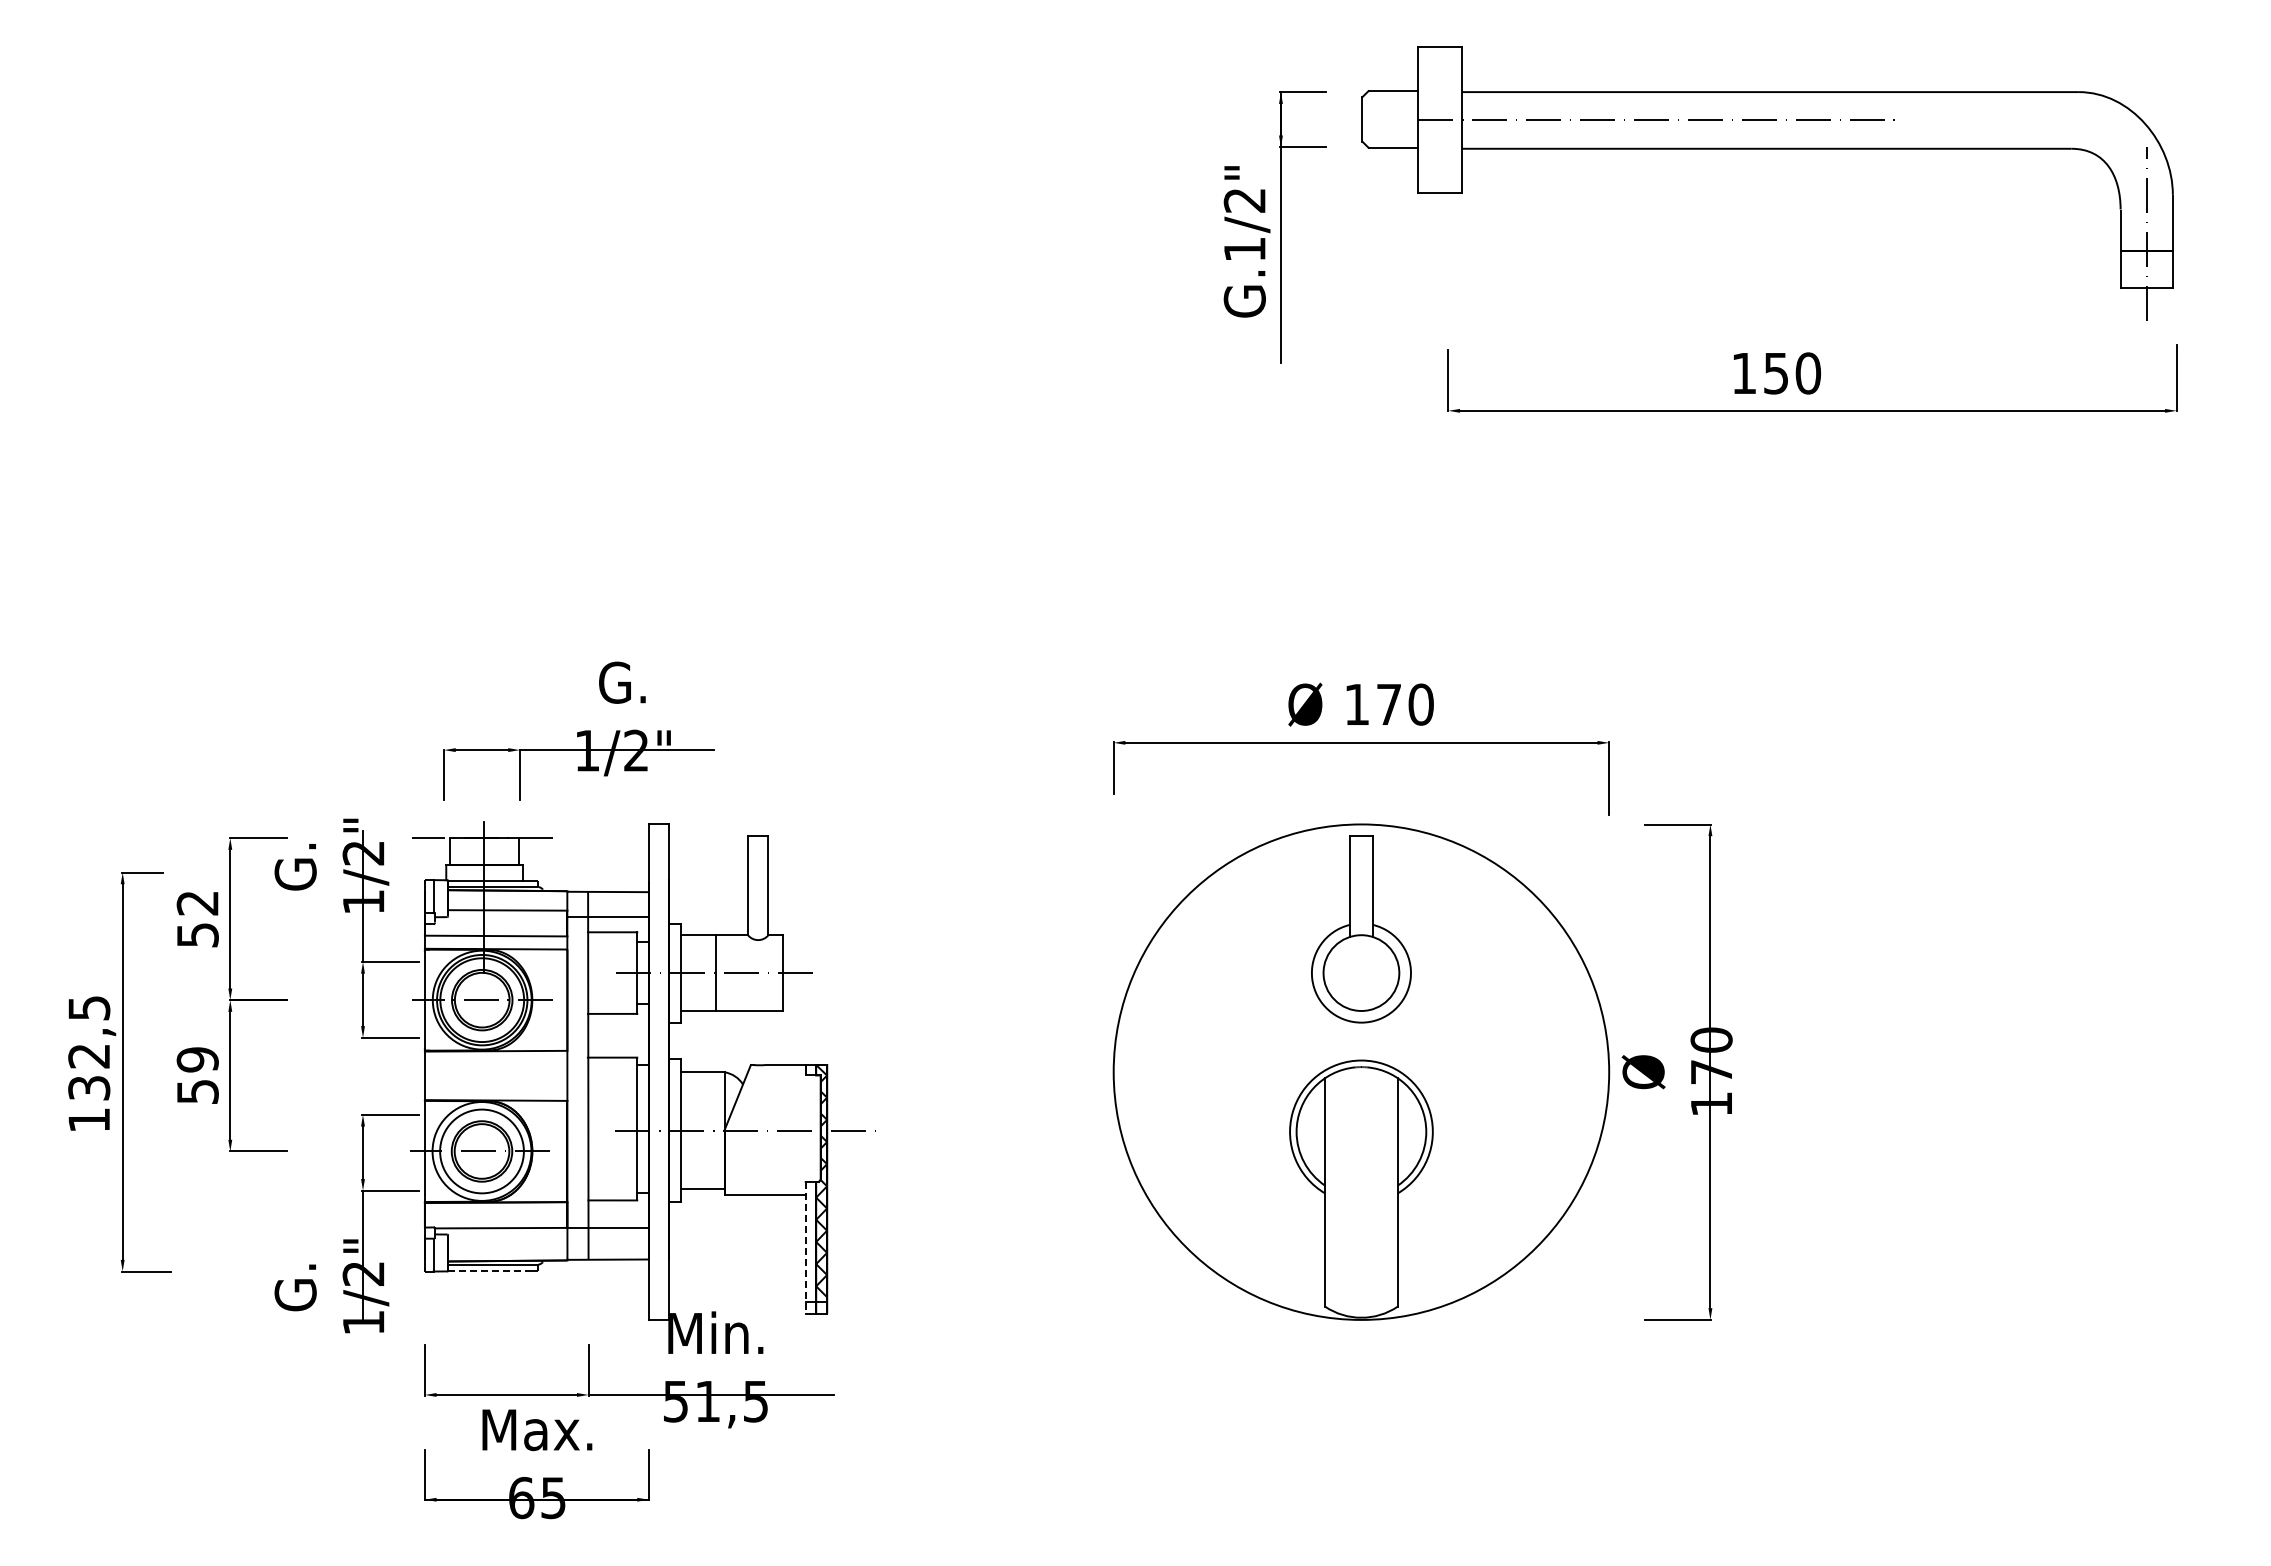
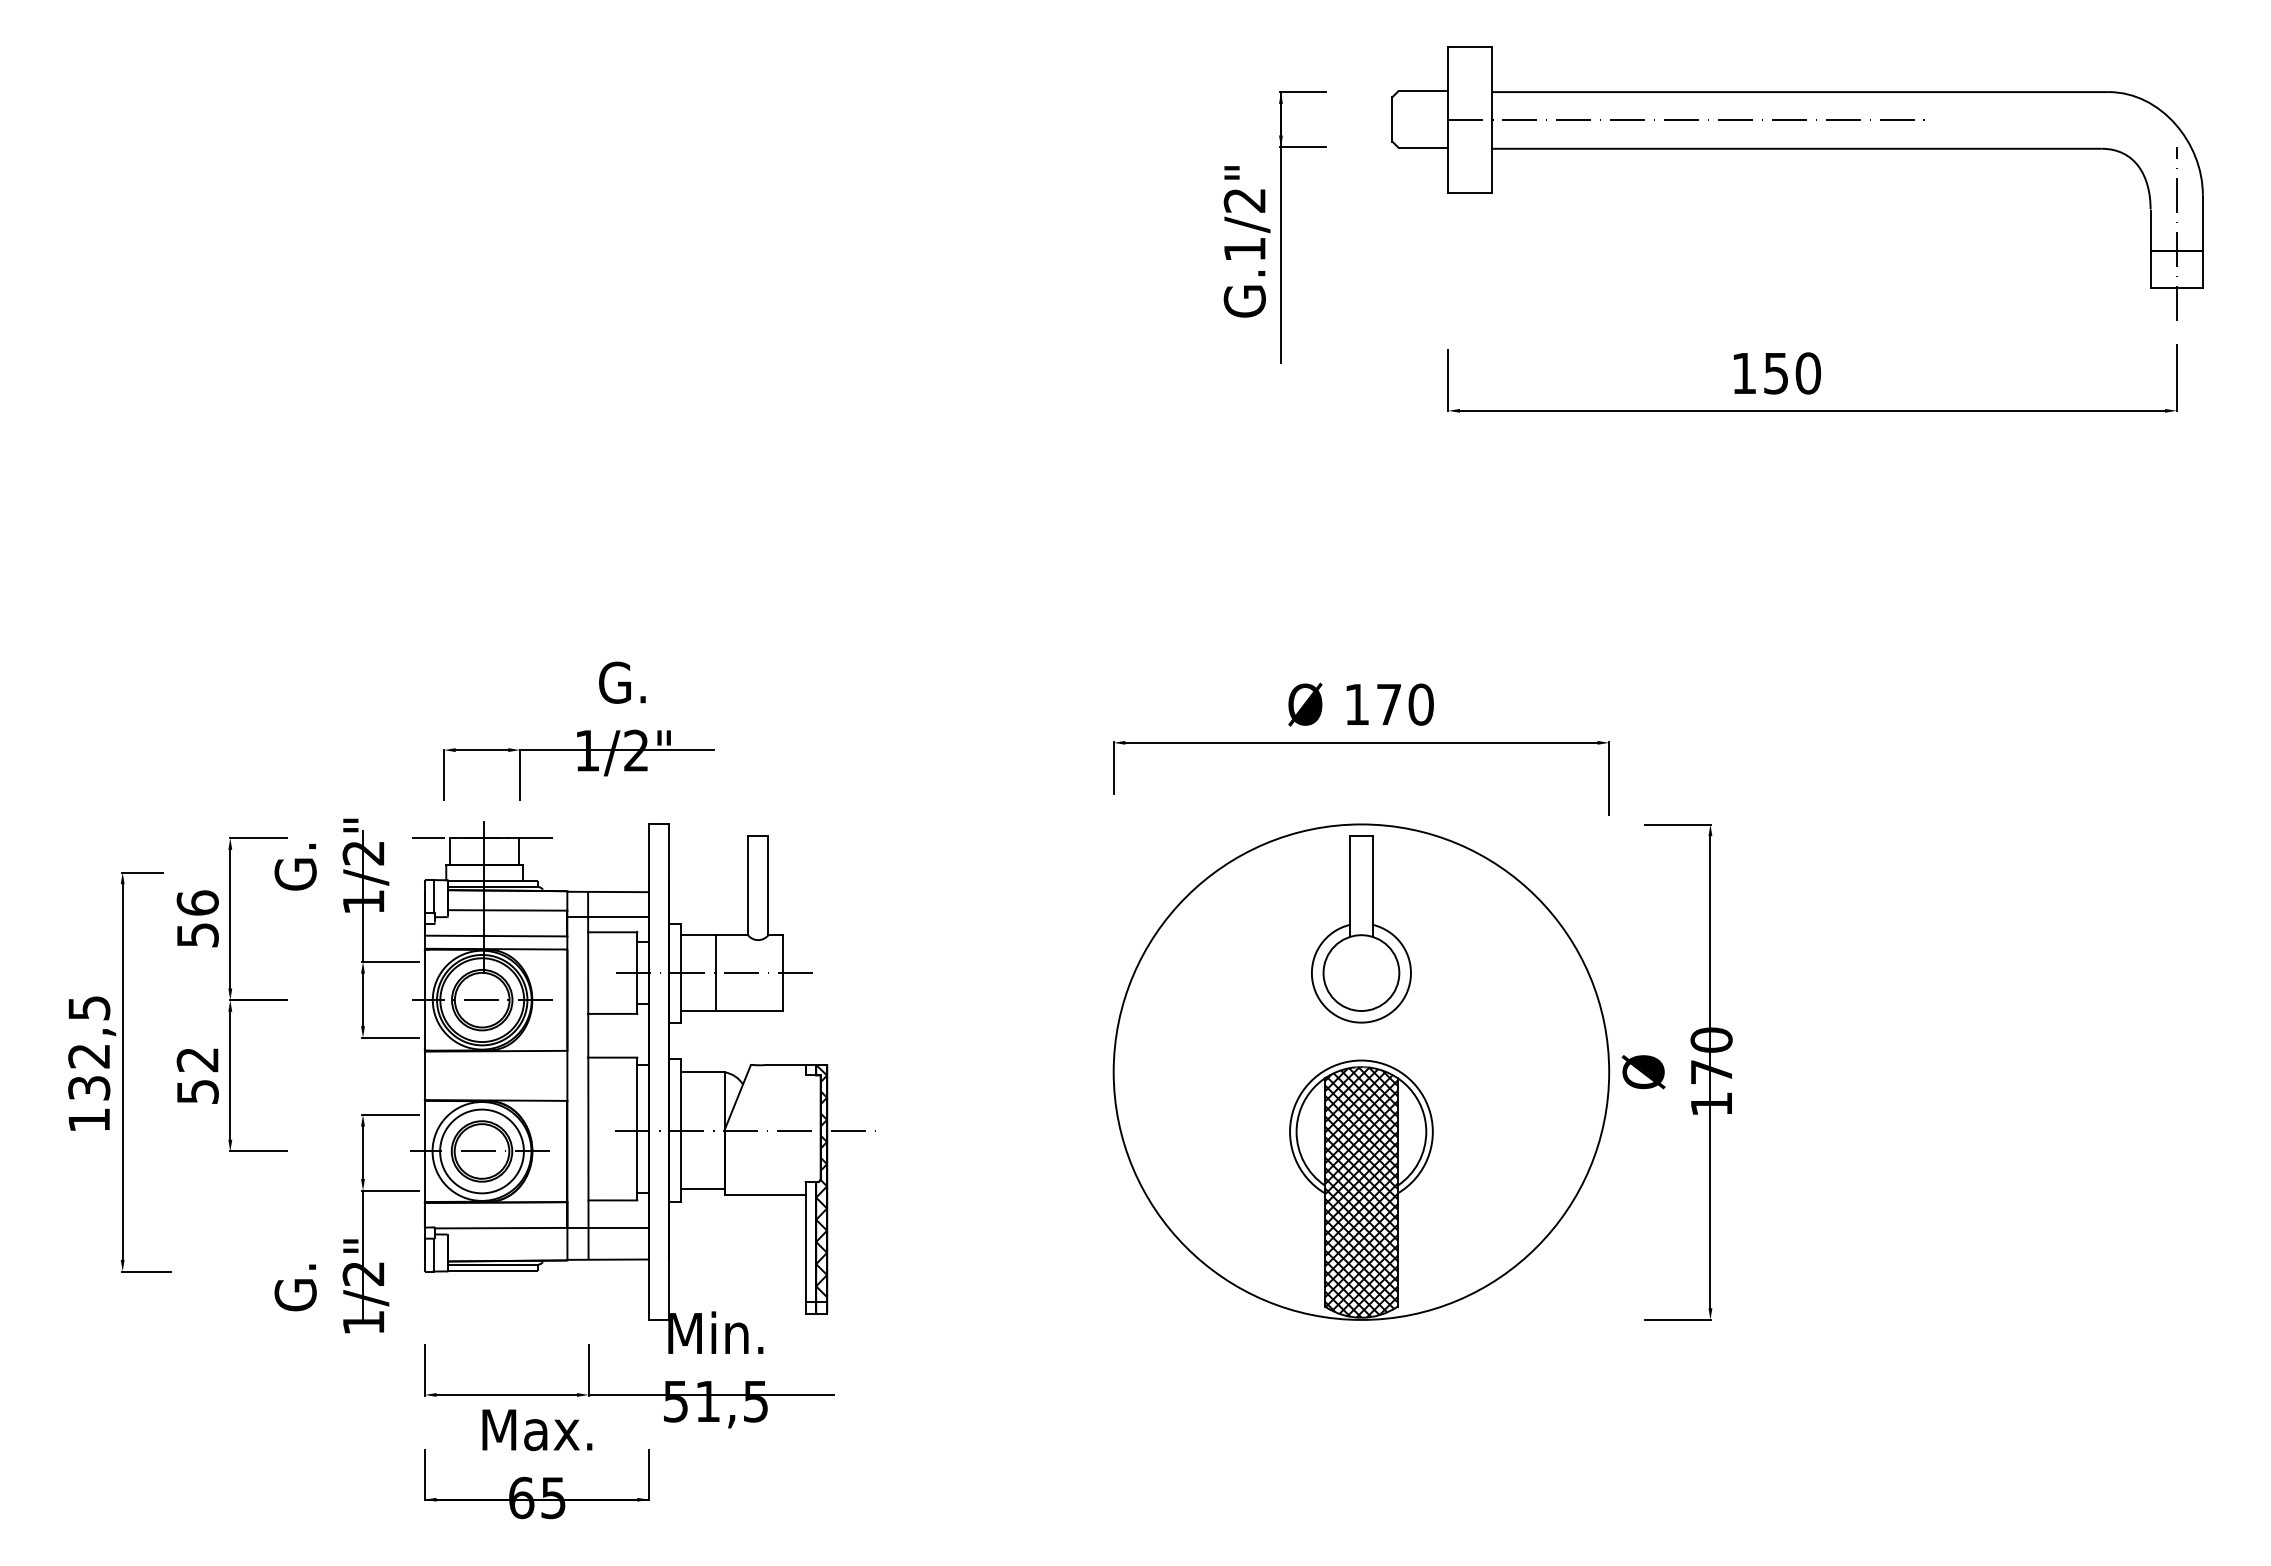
part at (1767, 149) position: (1767, 149) -> (1797, 149)
text at (197, 902): 52 -> 56
text at (197, 1059): 59 -> 52
hatch at (1361, 1192): none -> present
line at (805, 1247): dashed -> solid
line at (489, 1270): dashed -> solid
